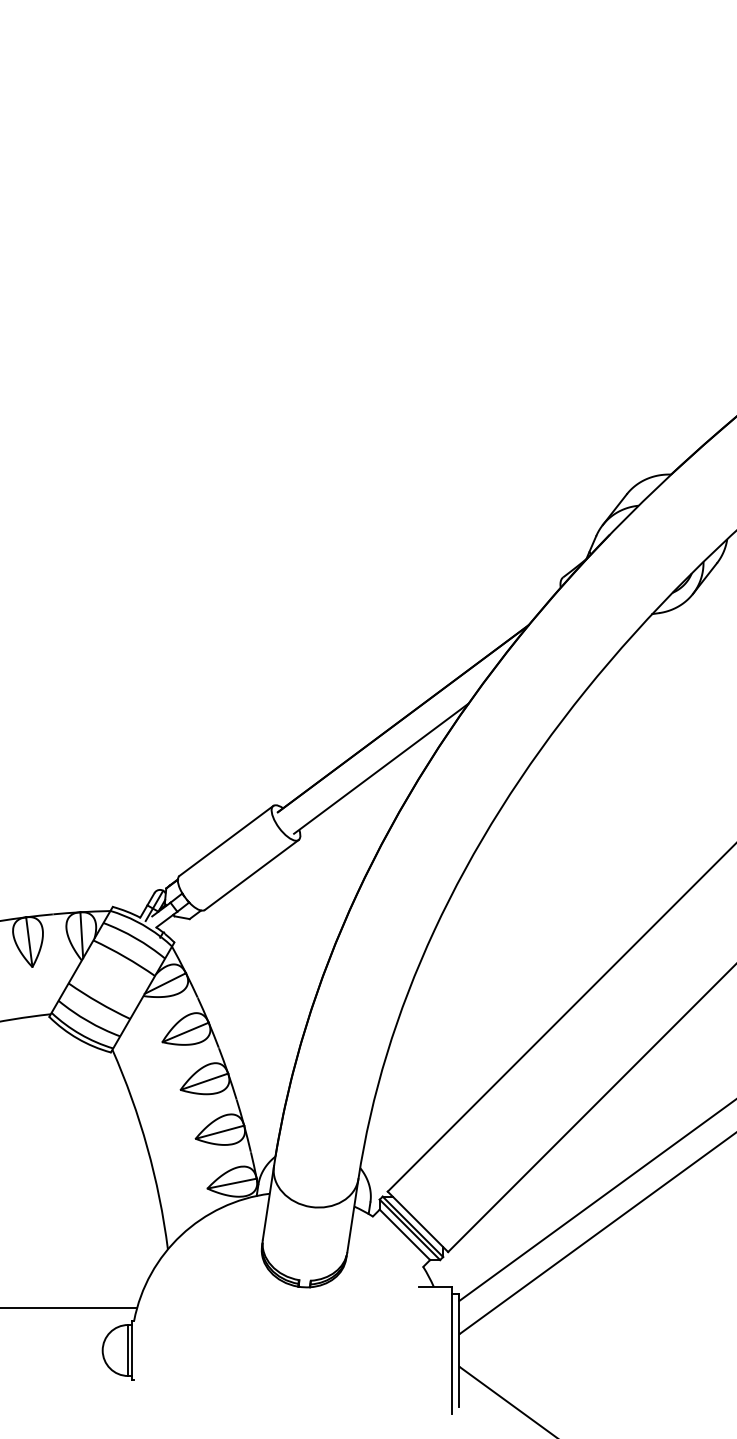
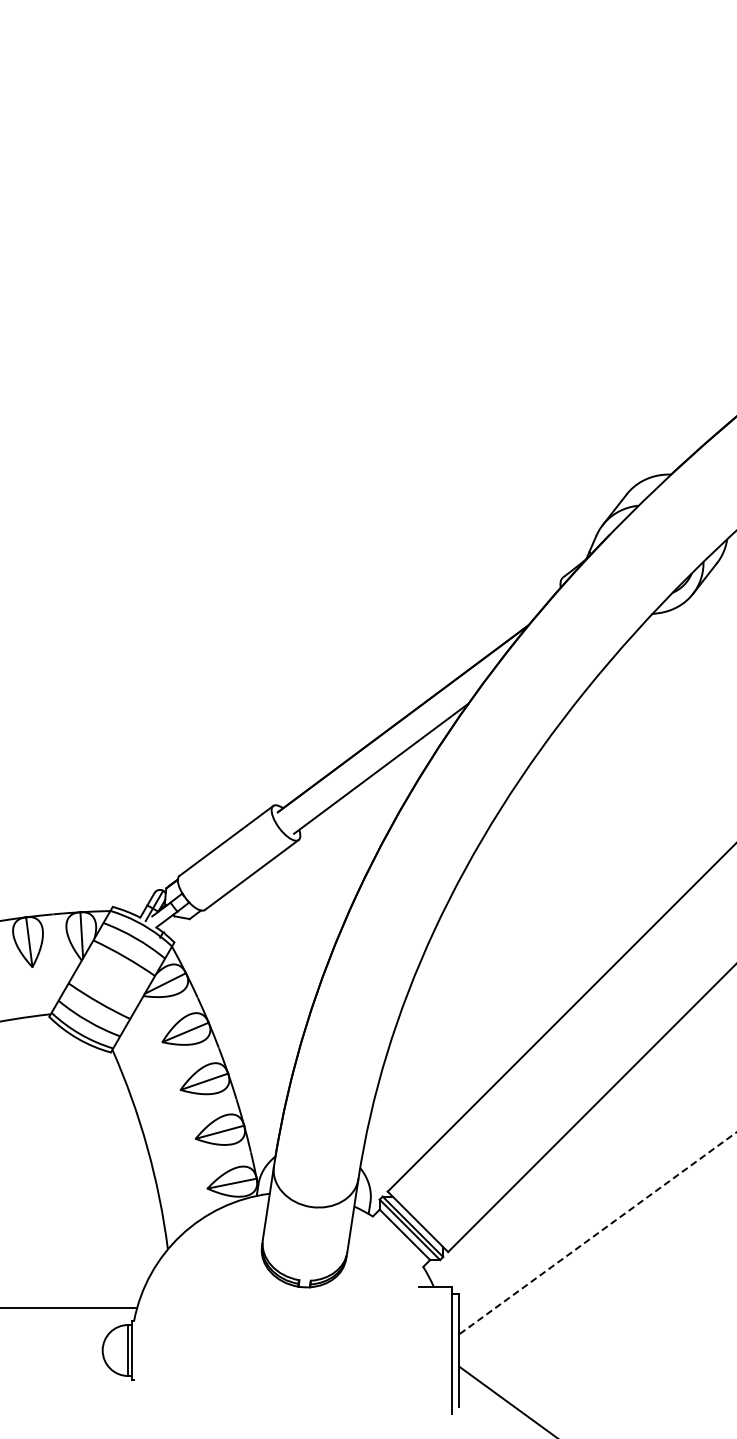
line at (596, 1201): present -> none
line at (598, 1233): solid -> dashed
